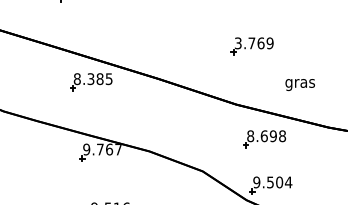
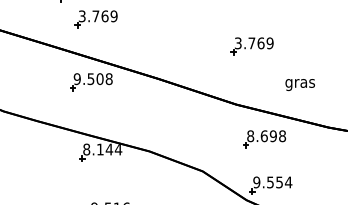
part at (95, 19): none -> present
text at (92, 78): 8.385 -> 9.508
text at (102, 149): 9.767 -> 8.144
text at (279, 182): 9.504 -> 9.554
